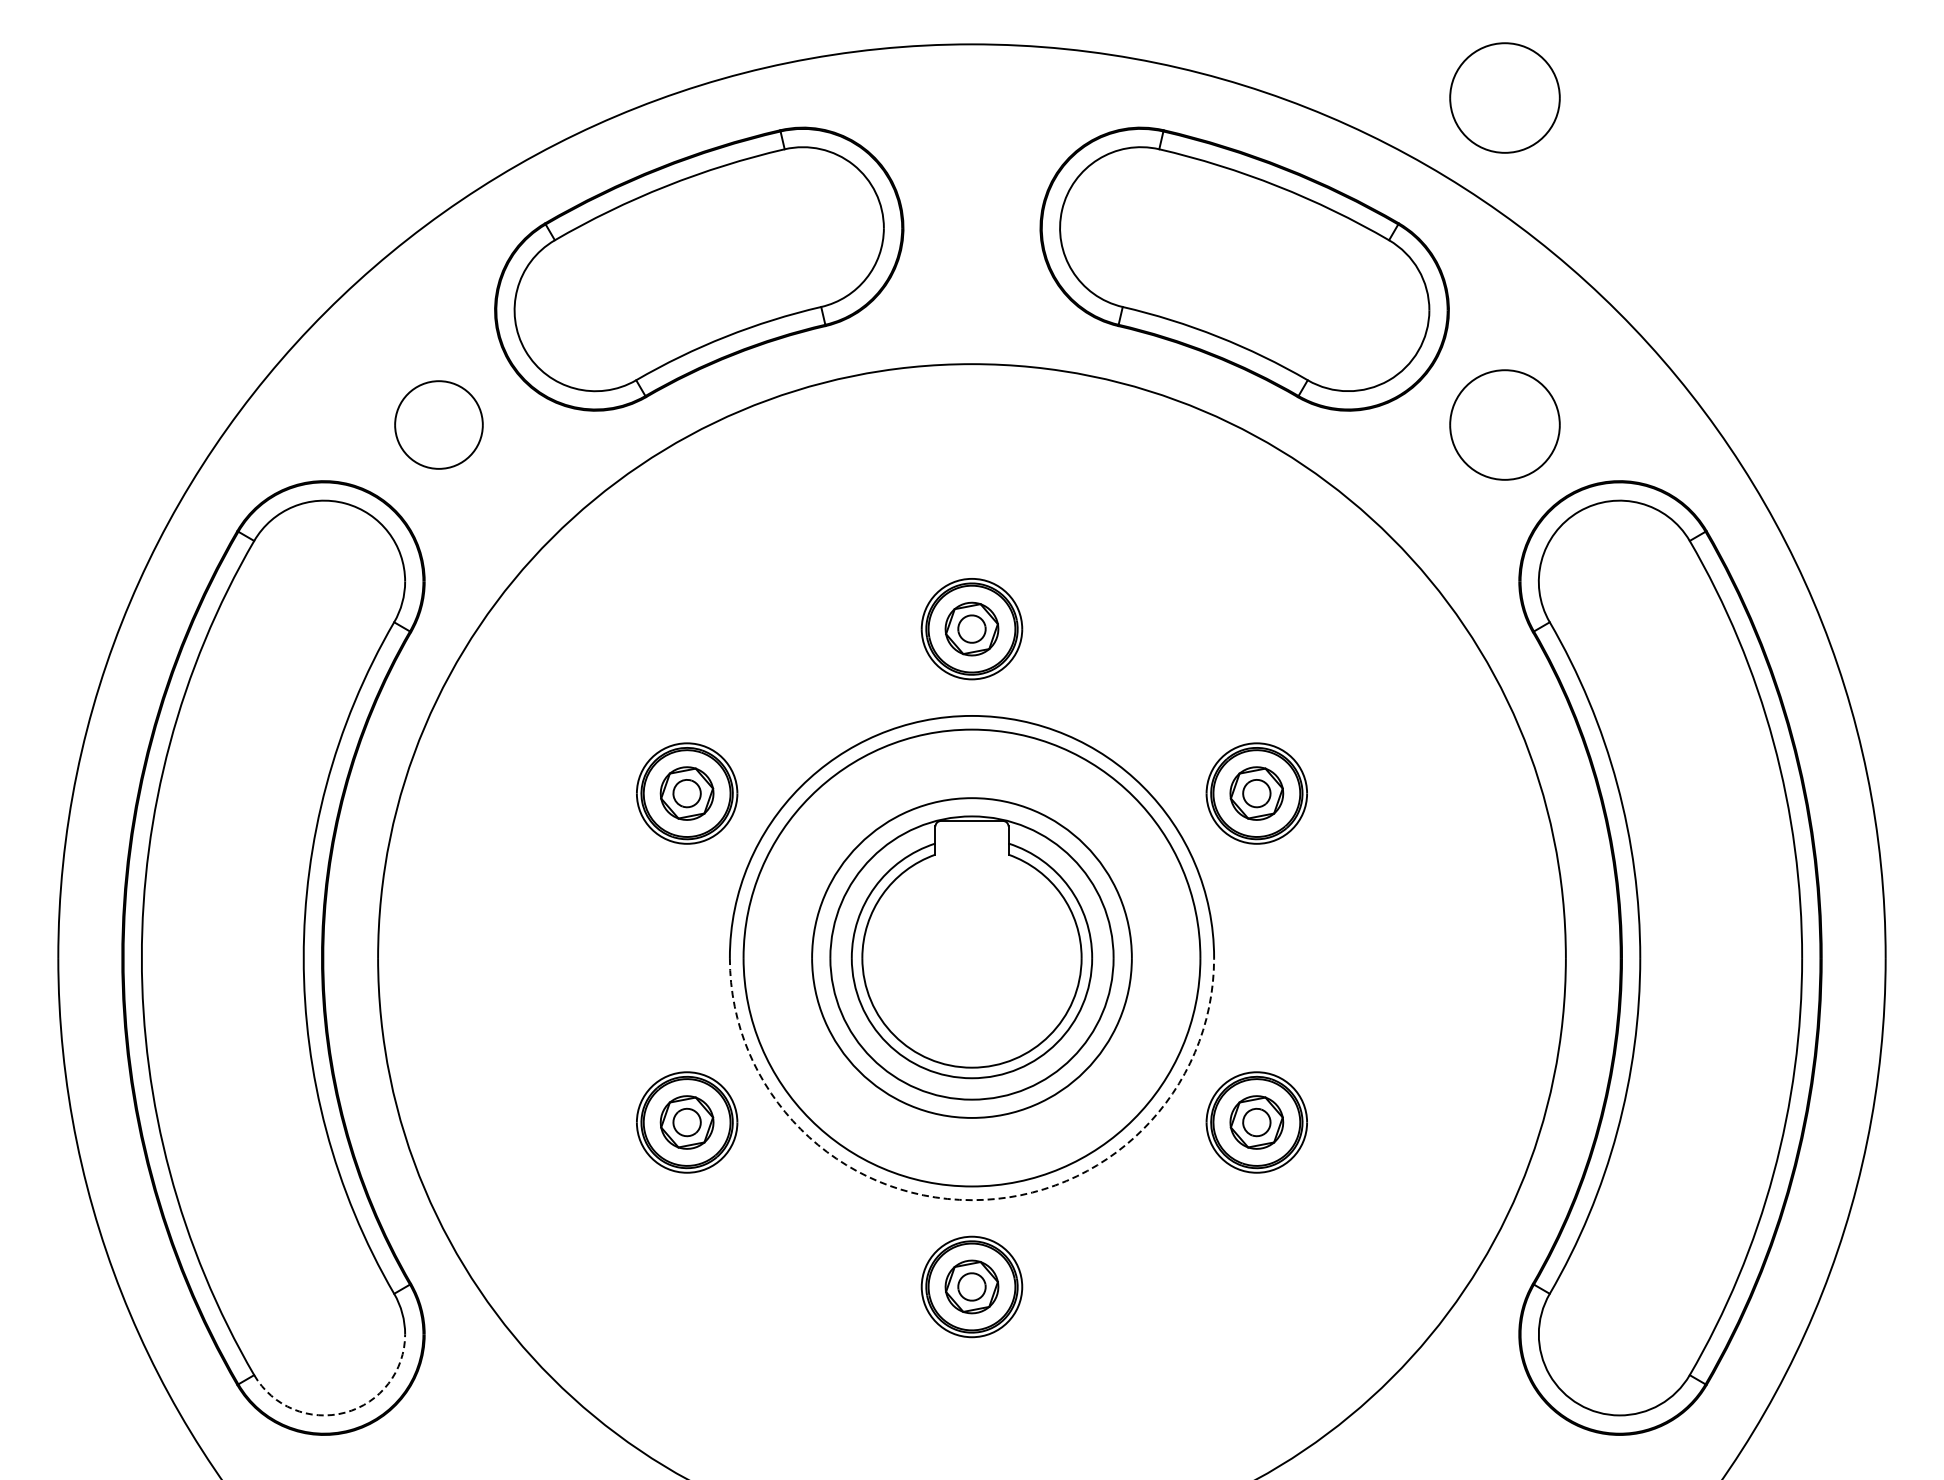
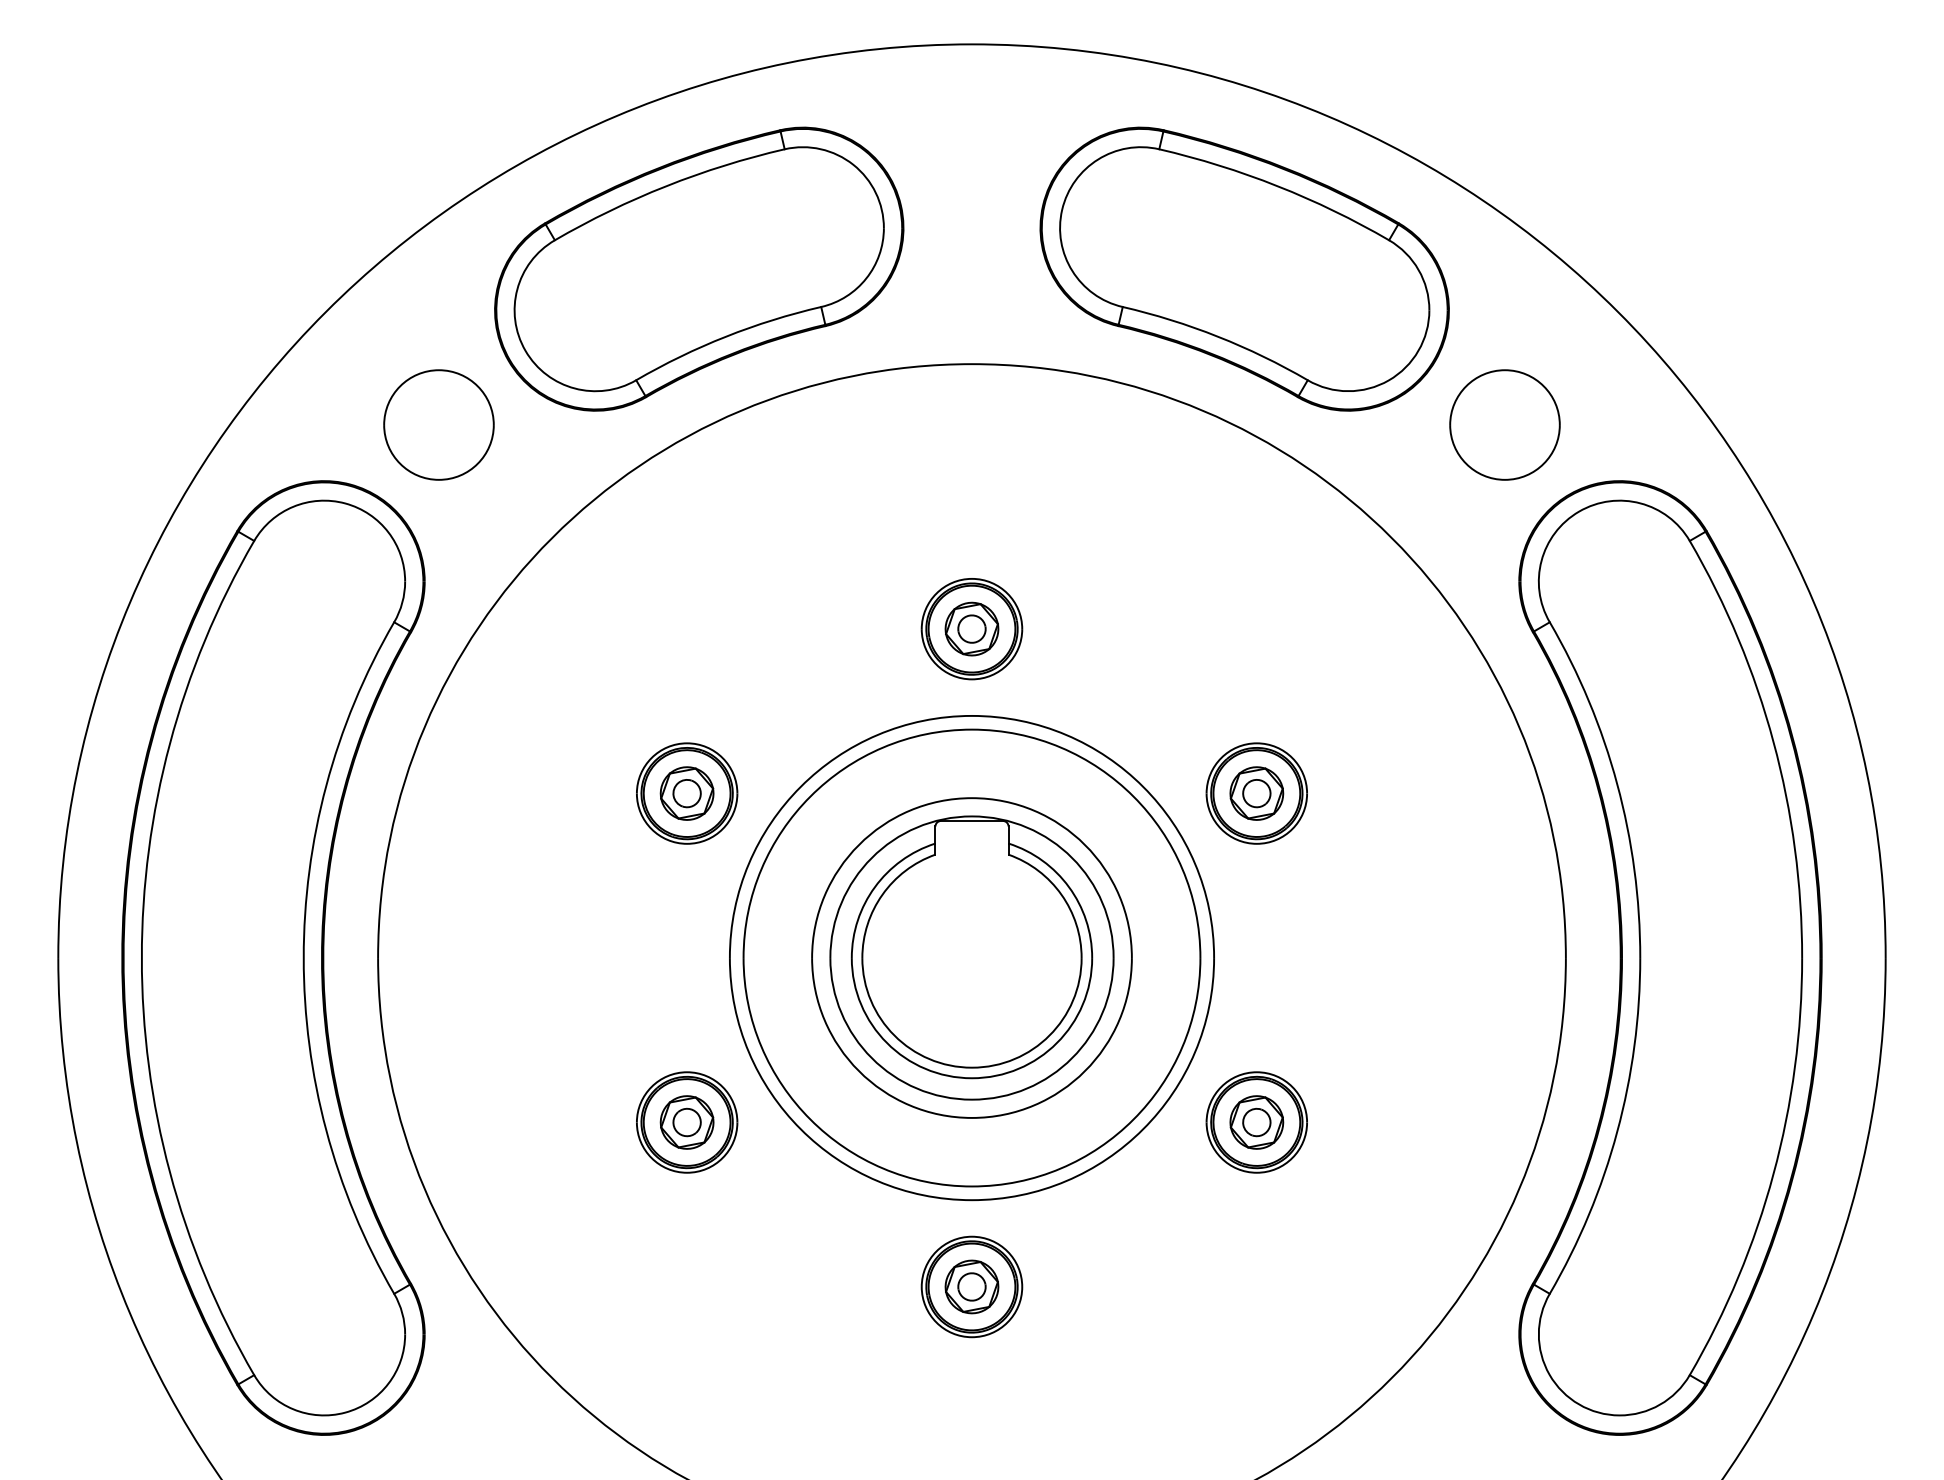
part at (1504, 97): present -> none
part at (438, 424) size: 90x90 px -> 112x112 px
arc at (971, 1200): dashed -> solid
arc at (345, 1412): dashed -> solid
